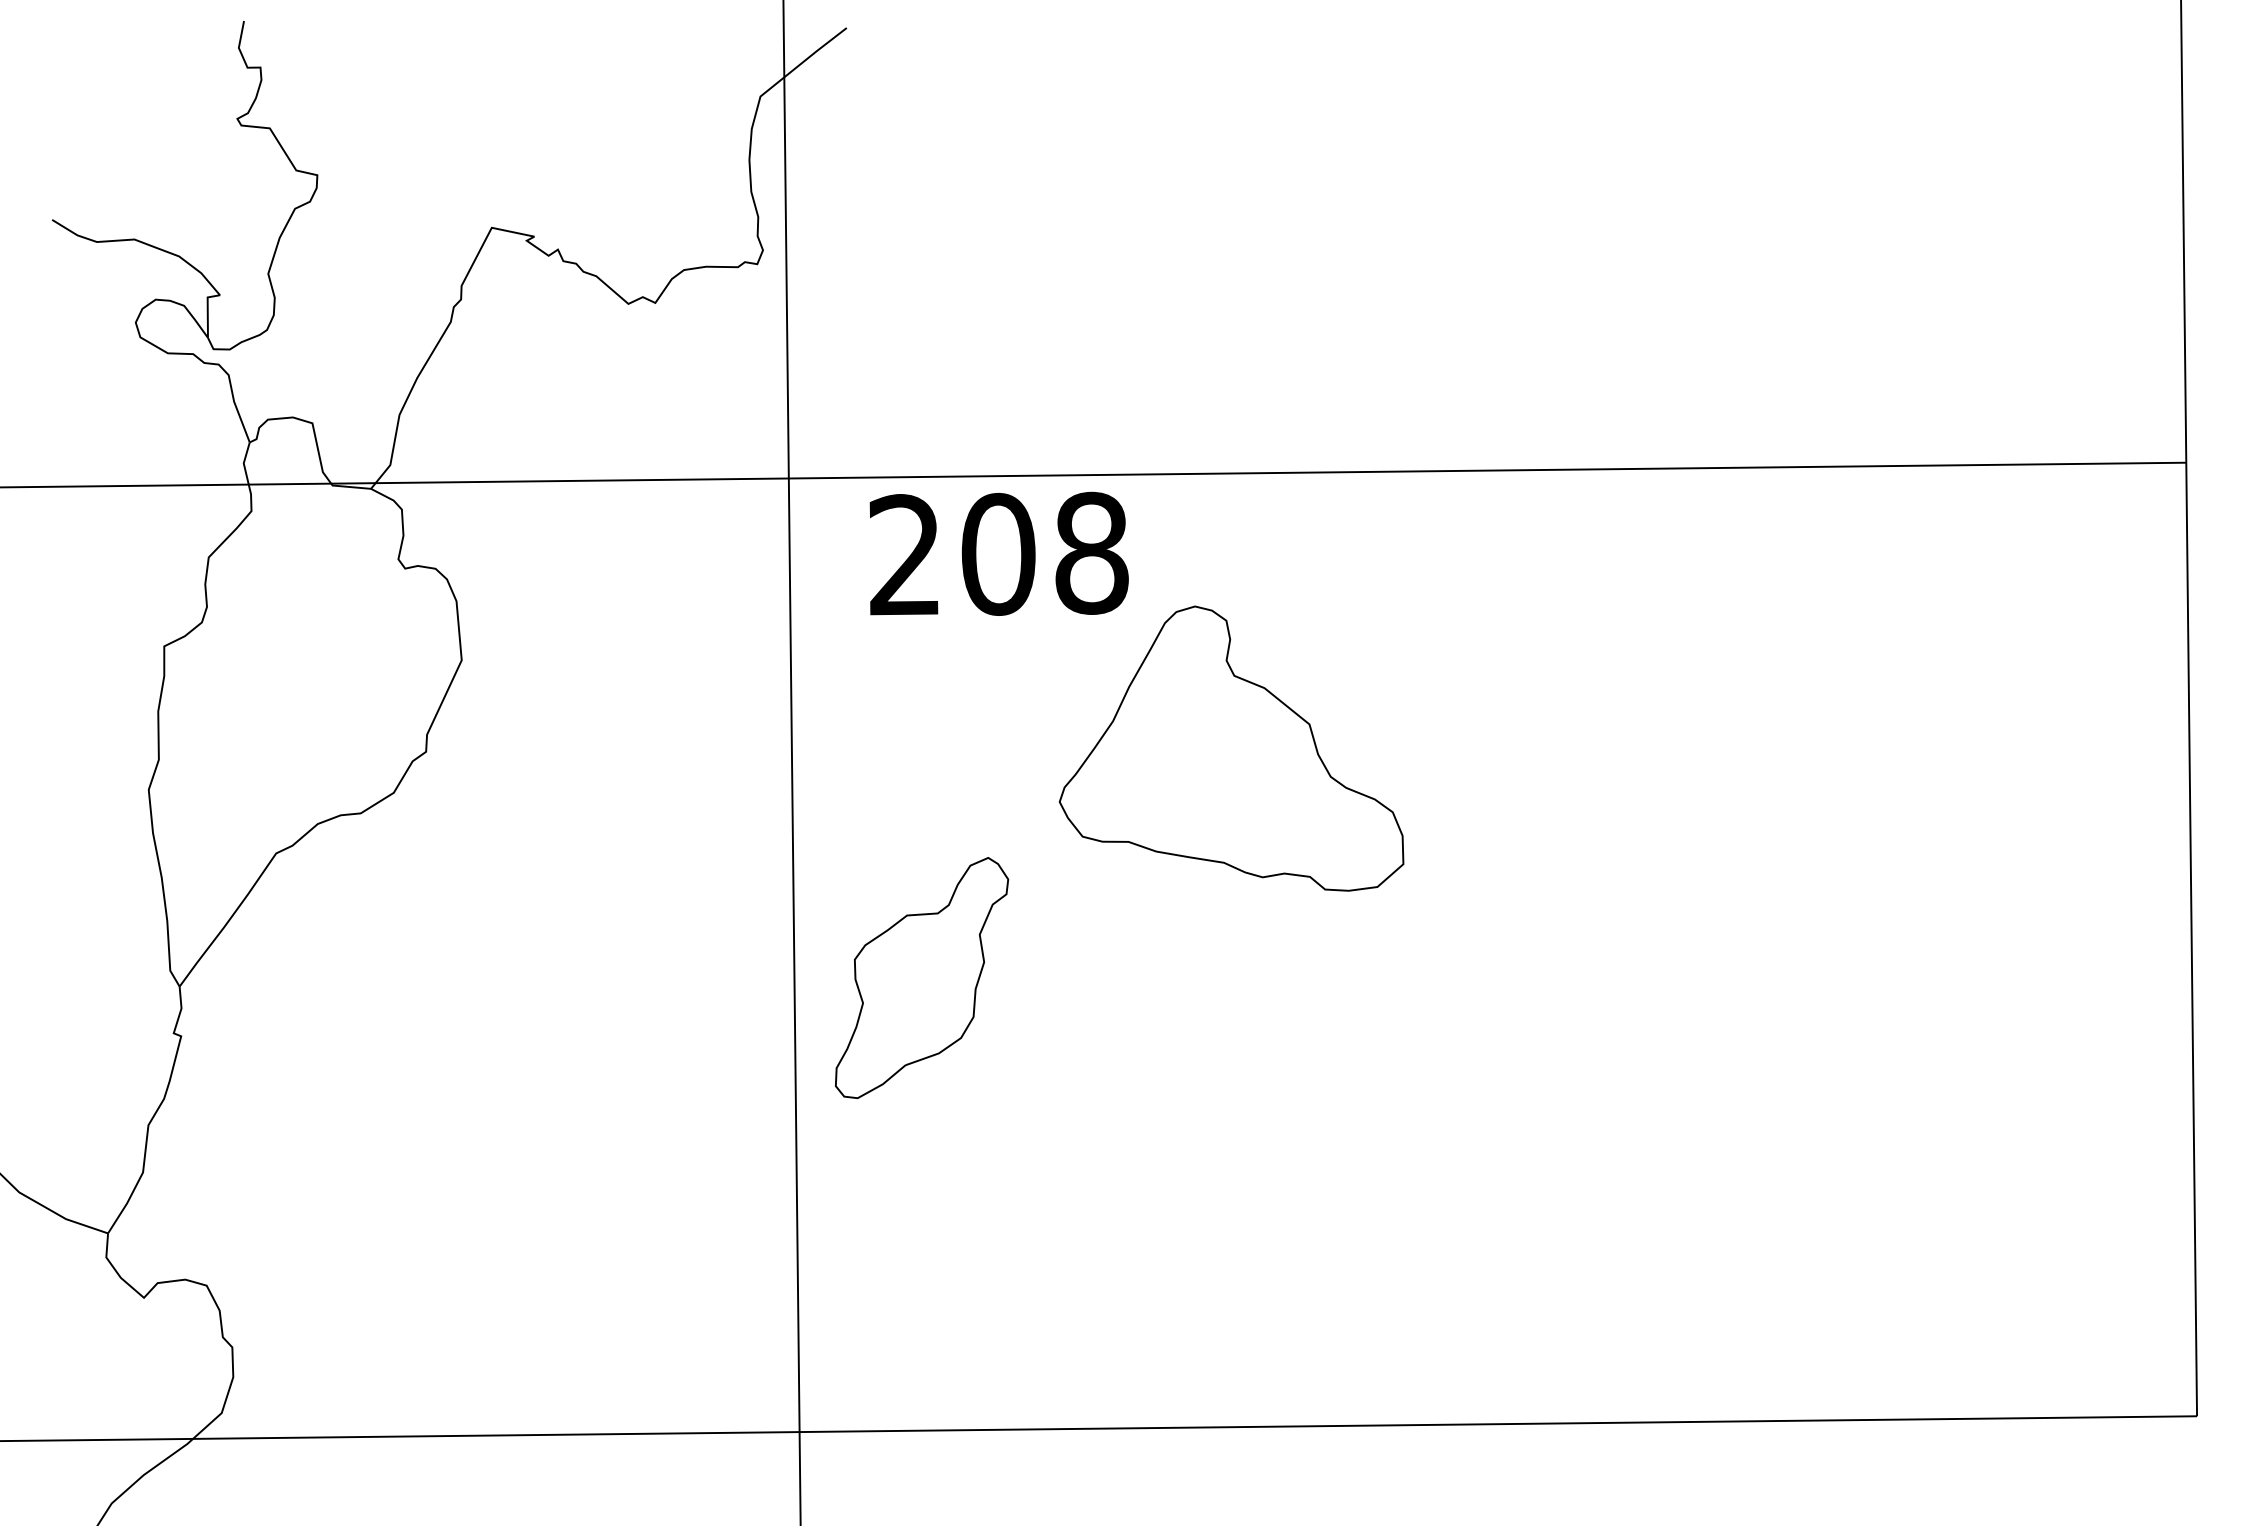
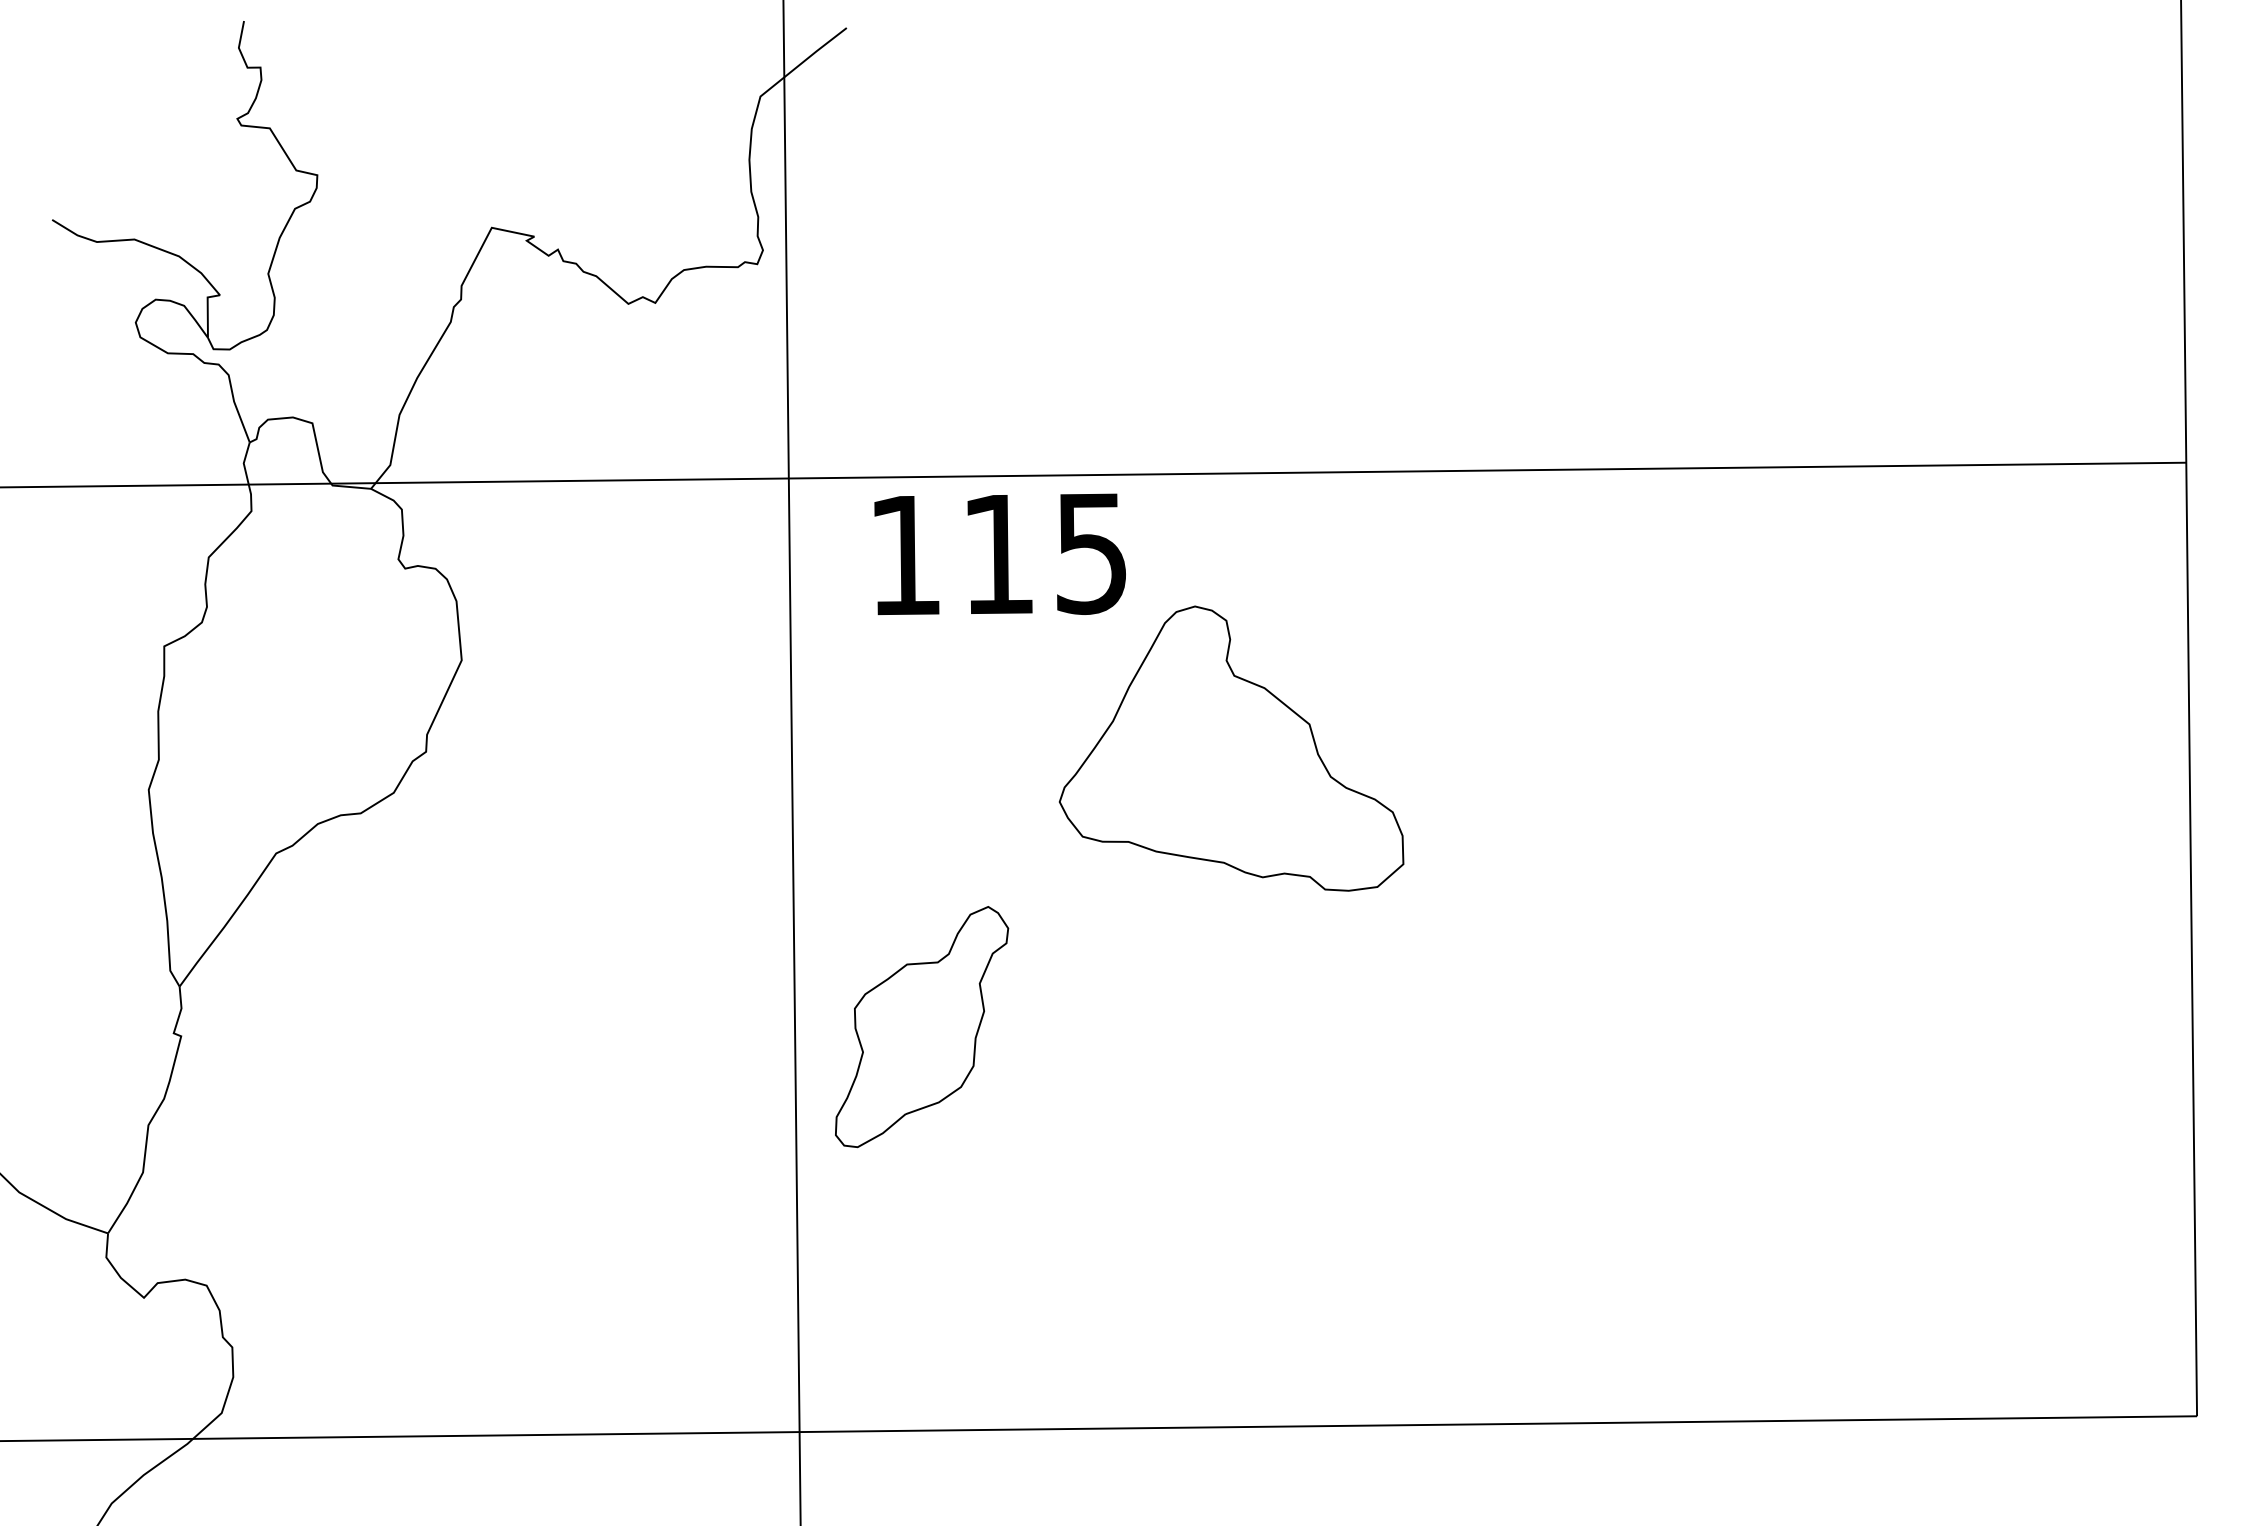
text at (998, 553): 208 -> 115
part at (922, 978) position: (922, 978) -> (922, 1027)
